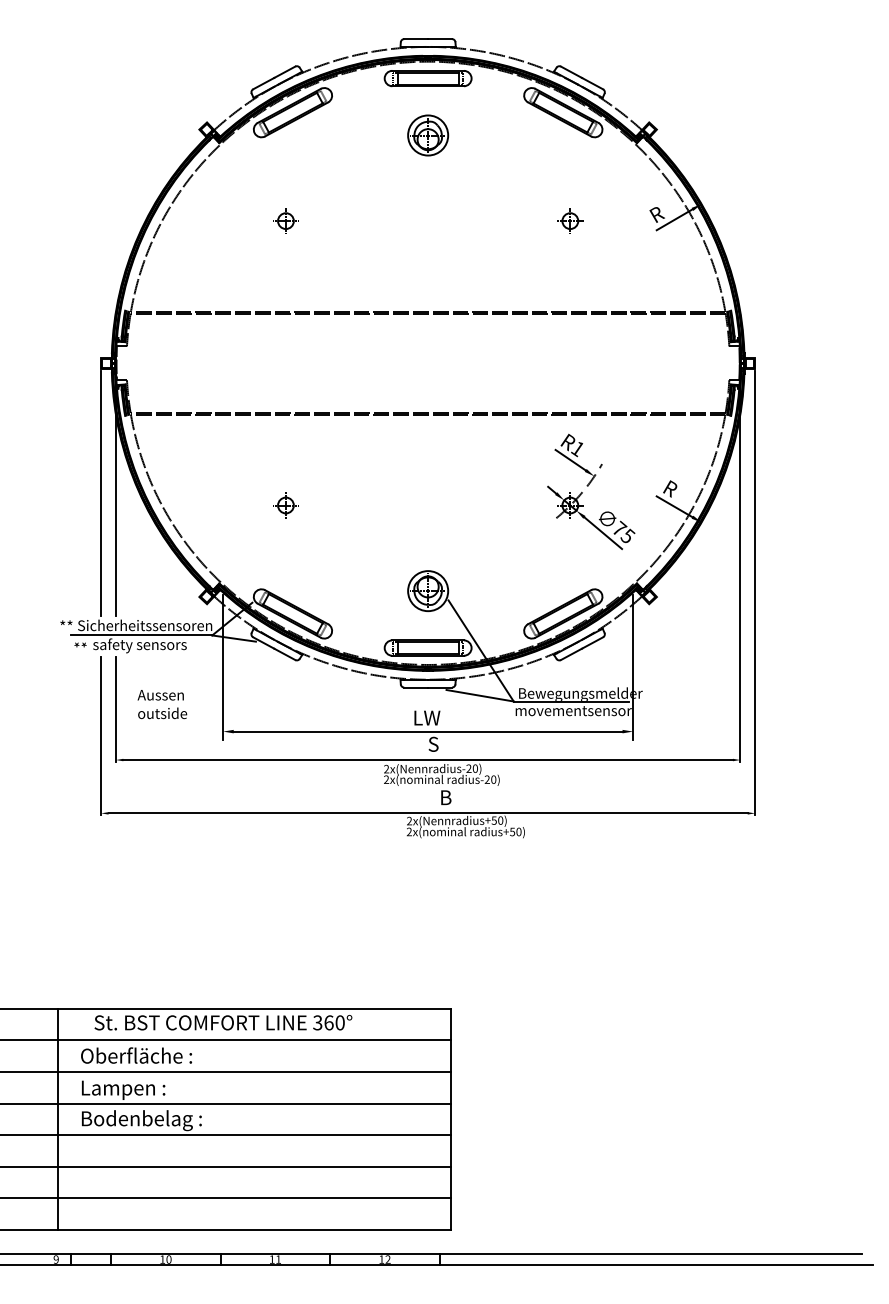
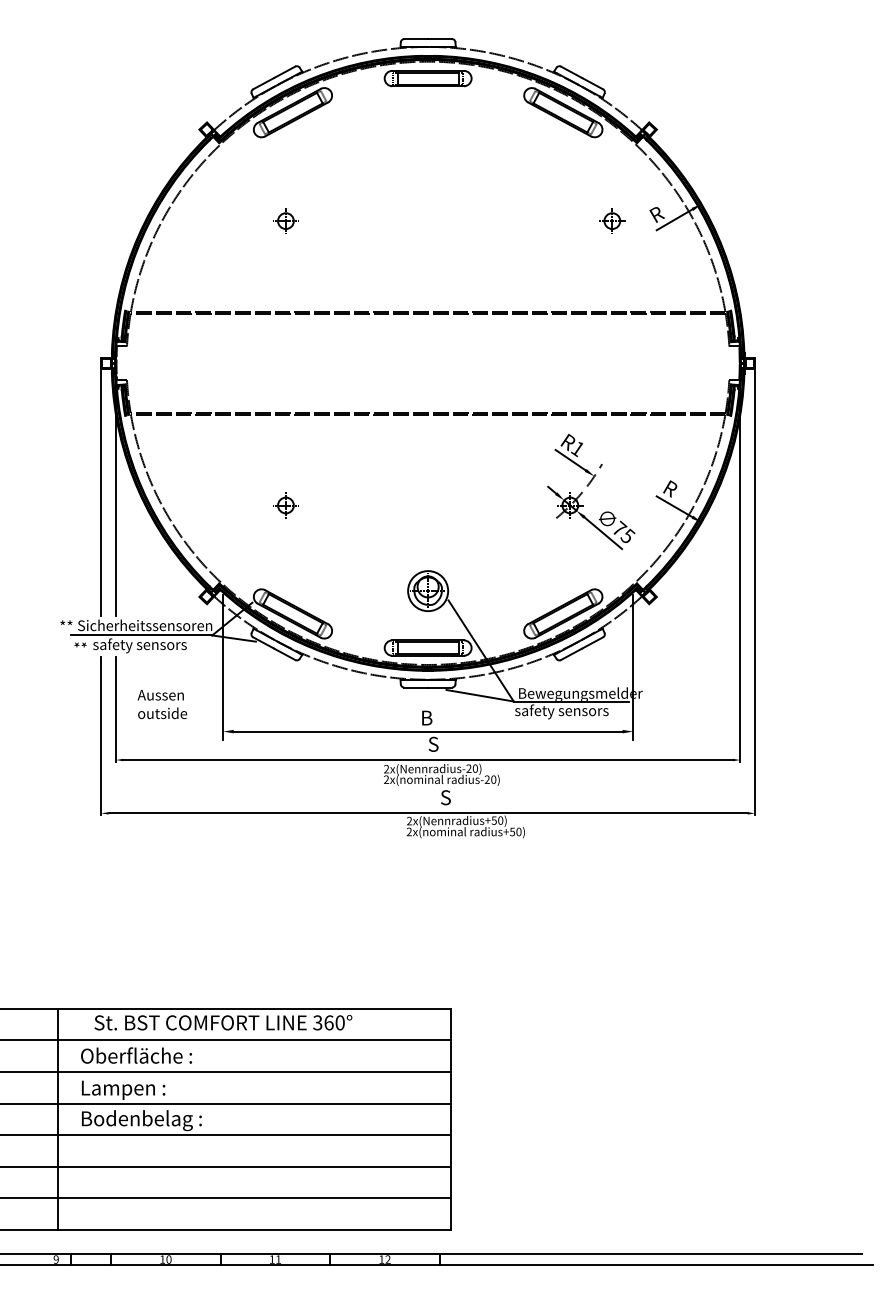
part at (428, 135): present -> none
part at (570, 220) position: (570, 220) -> (612, 220)
text at (573, 711): movementsensor -> safety sensors
text at (427, 717): LW -> B
text at (446, 797): B -> S
